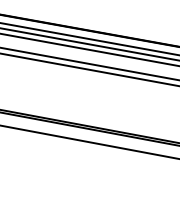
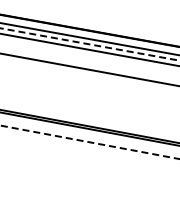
line at (89, 44): solid -> dashed
line at (89, 63): present -> none
line at (90, 142): solid -> dashed
